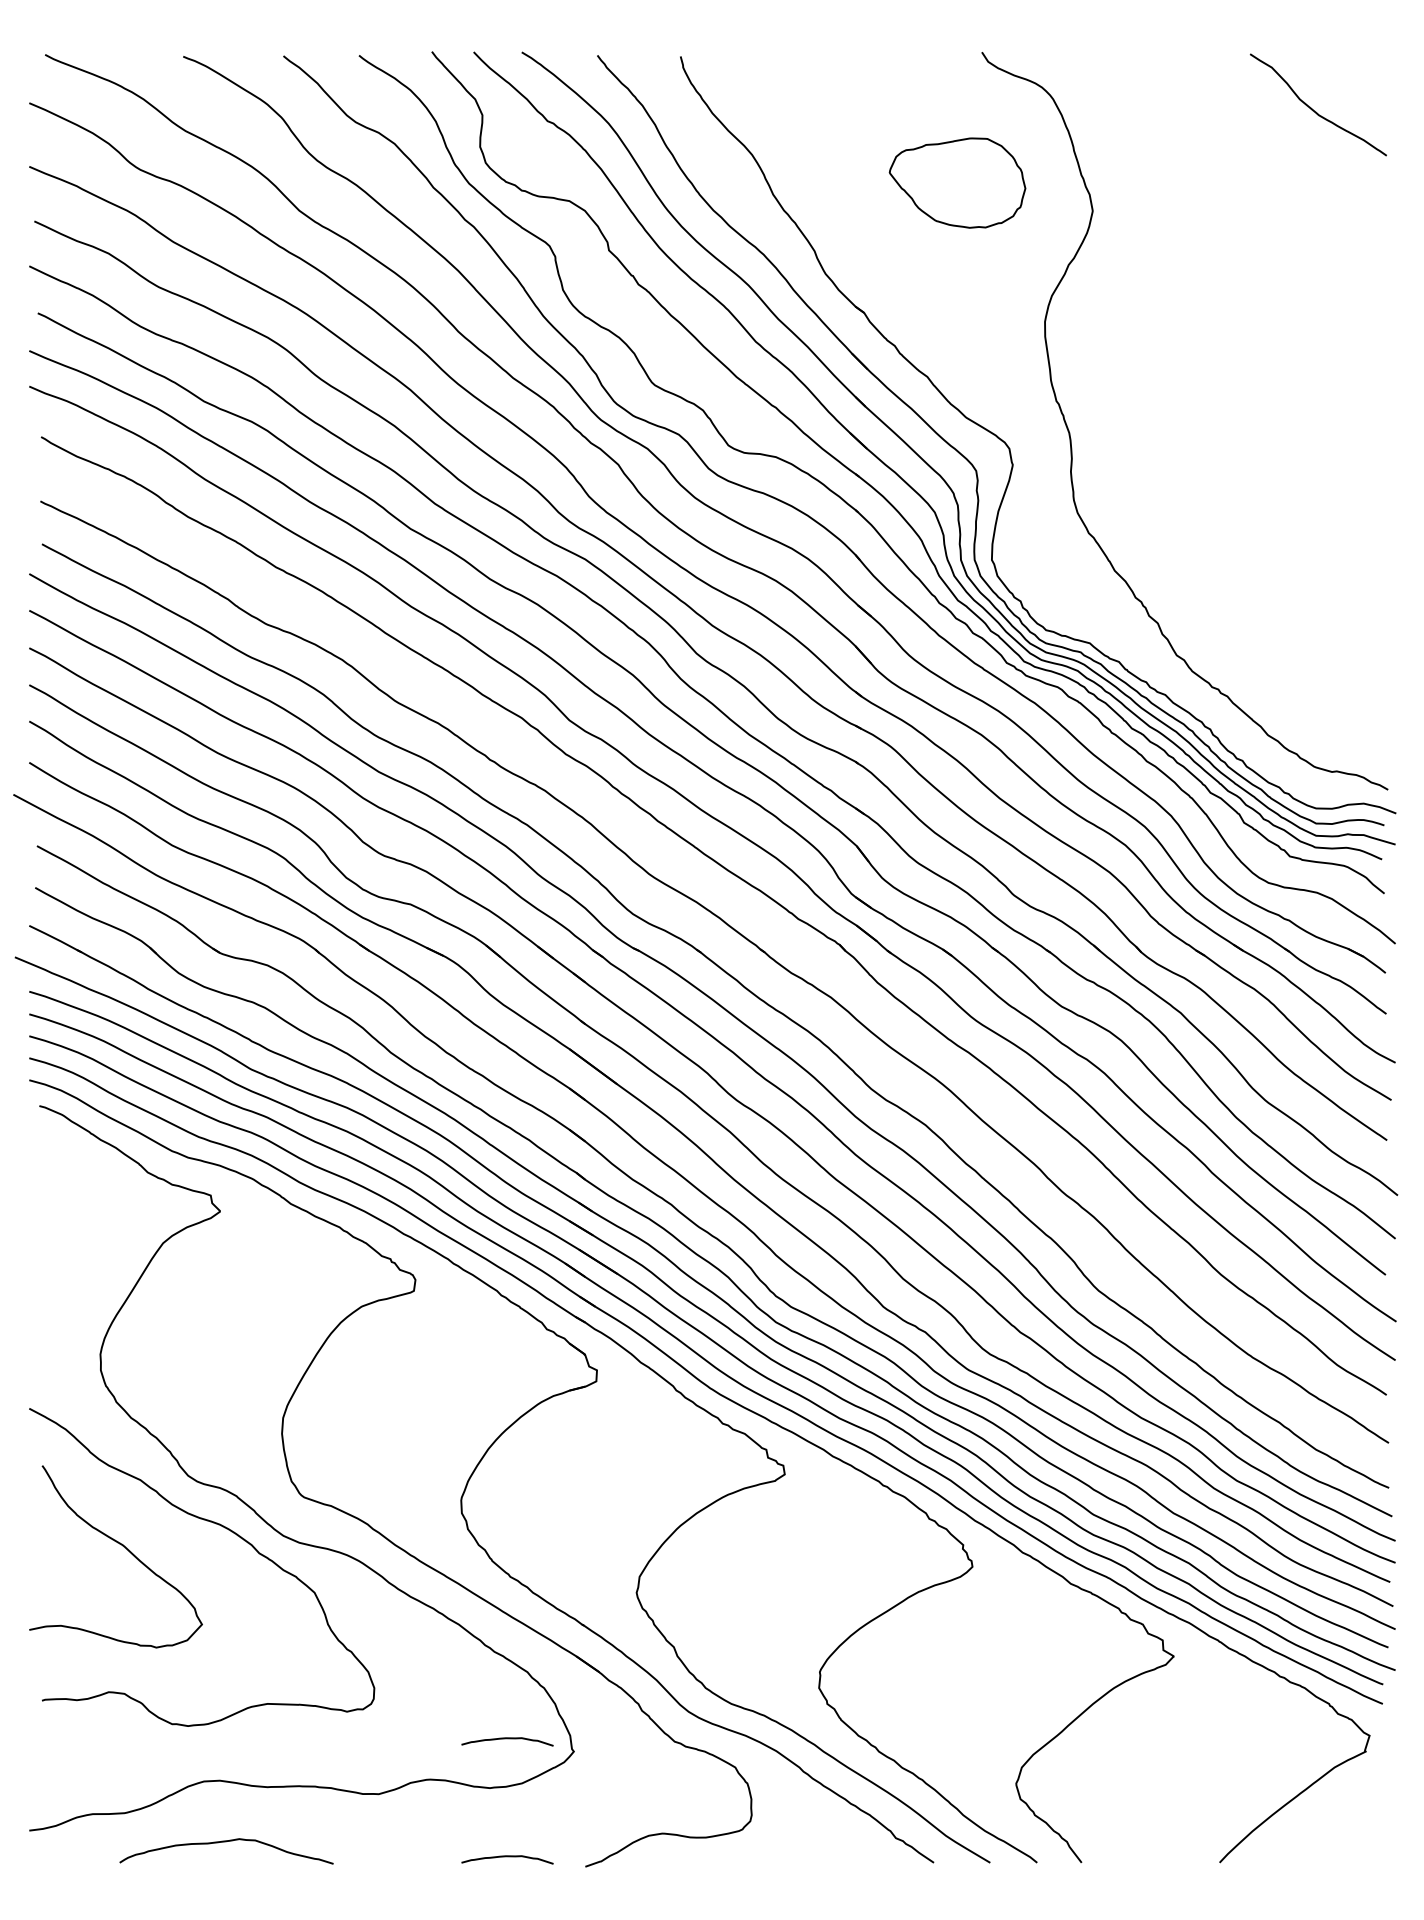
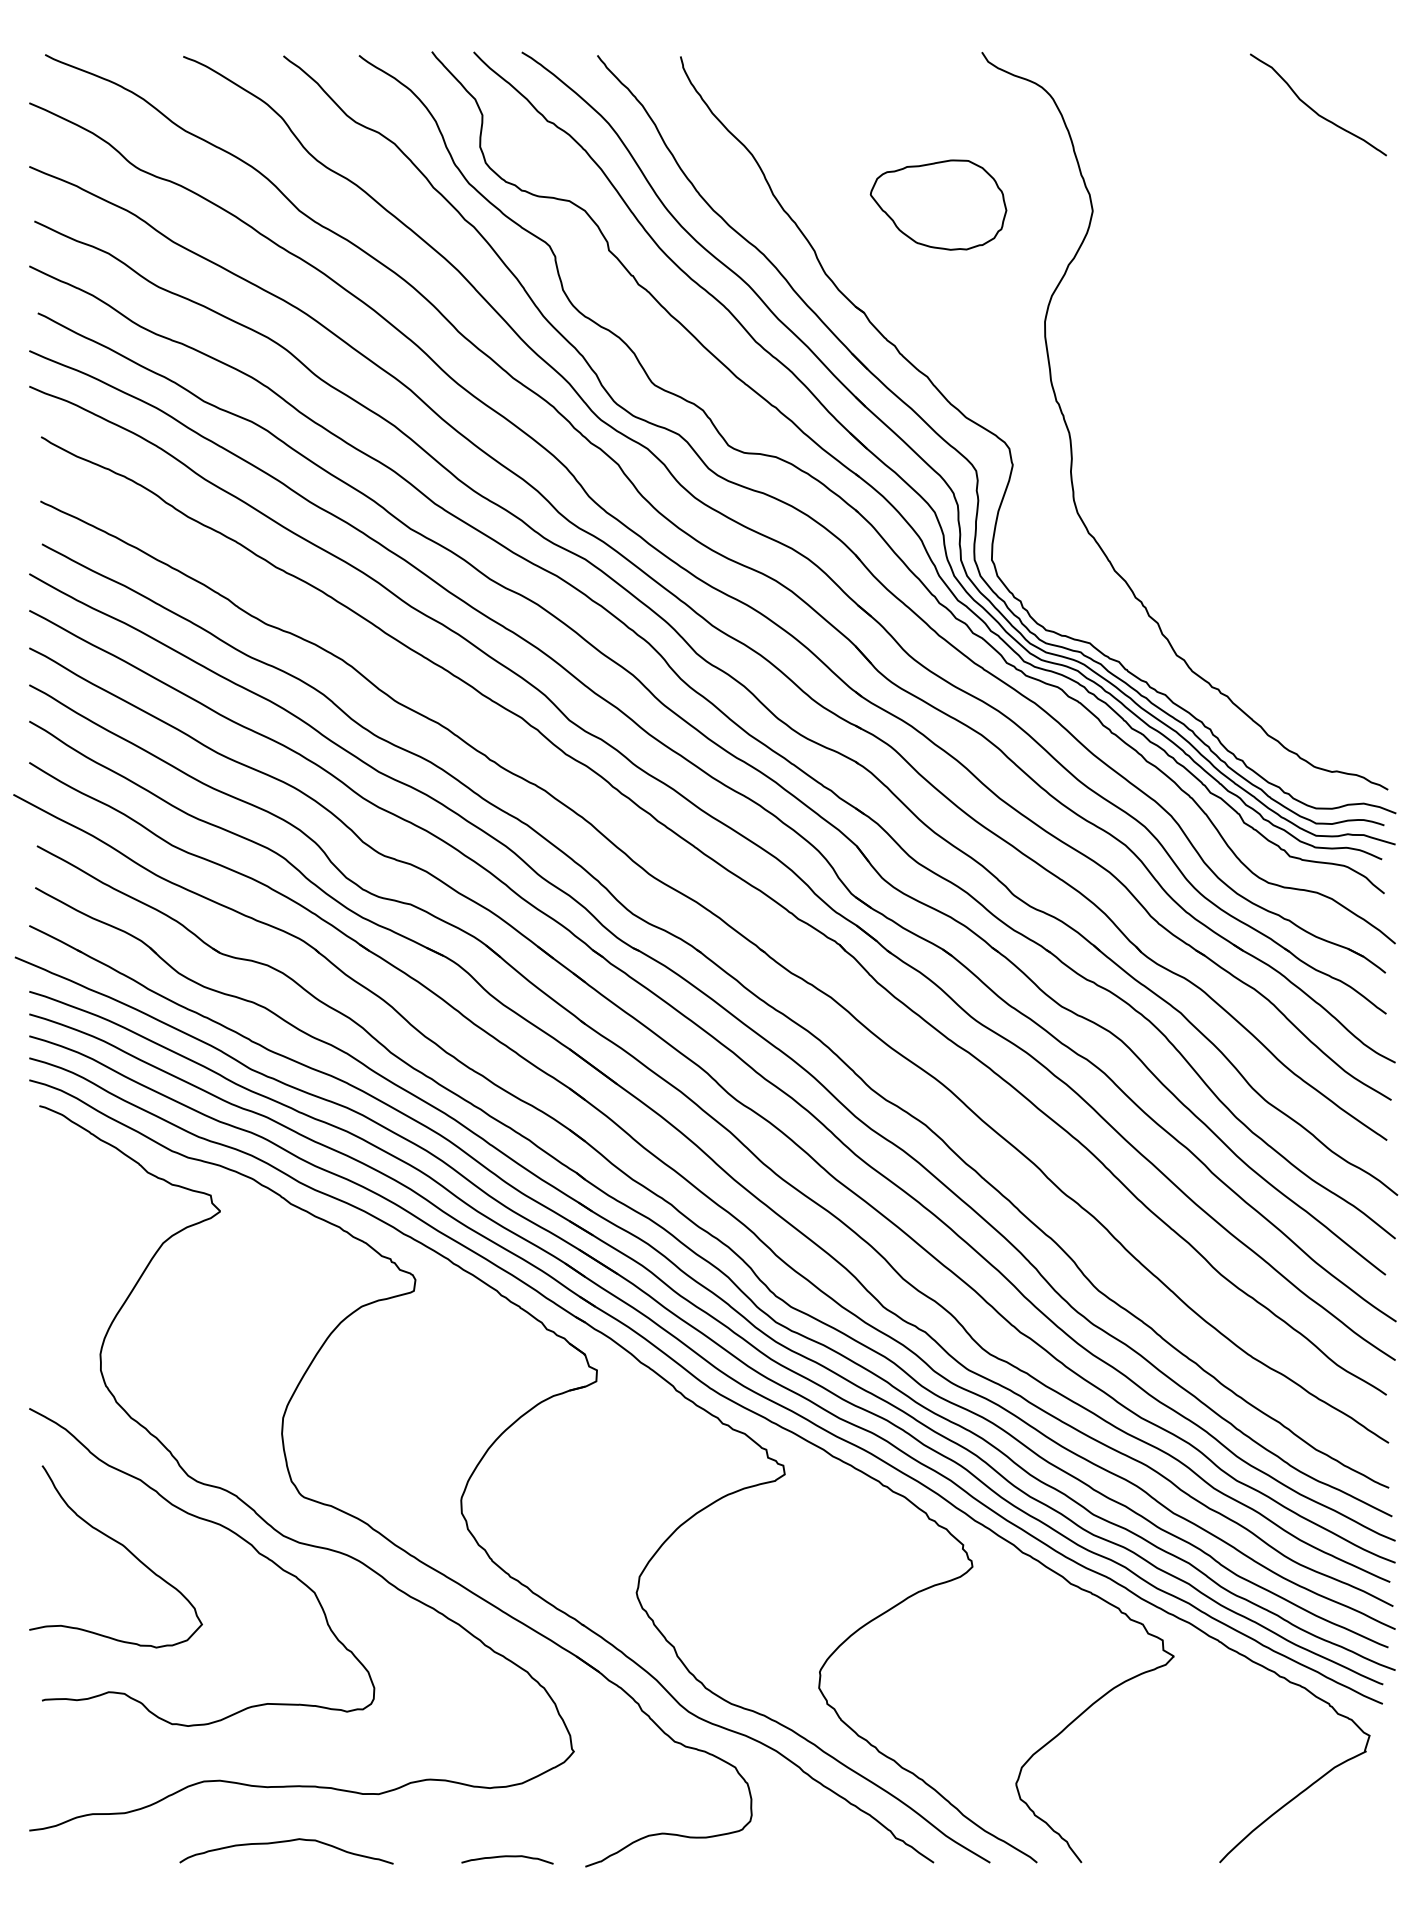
part at (957, 182) position: (957, 182) -> (938, 204)
curve at (507, 1739): present -> none
curve at (226, 1842) position: (226, 1842) -> (286, 1842)
